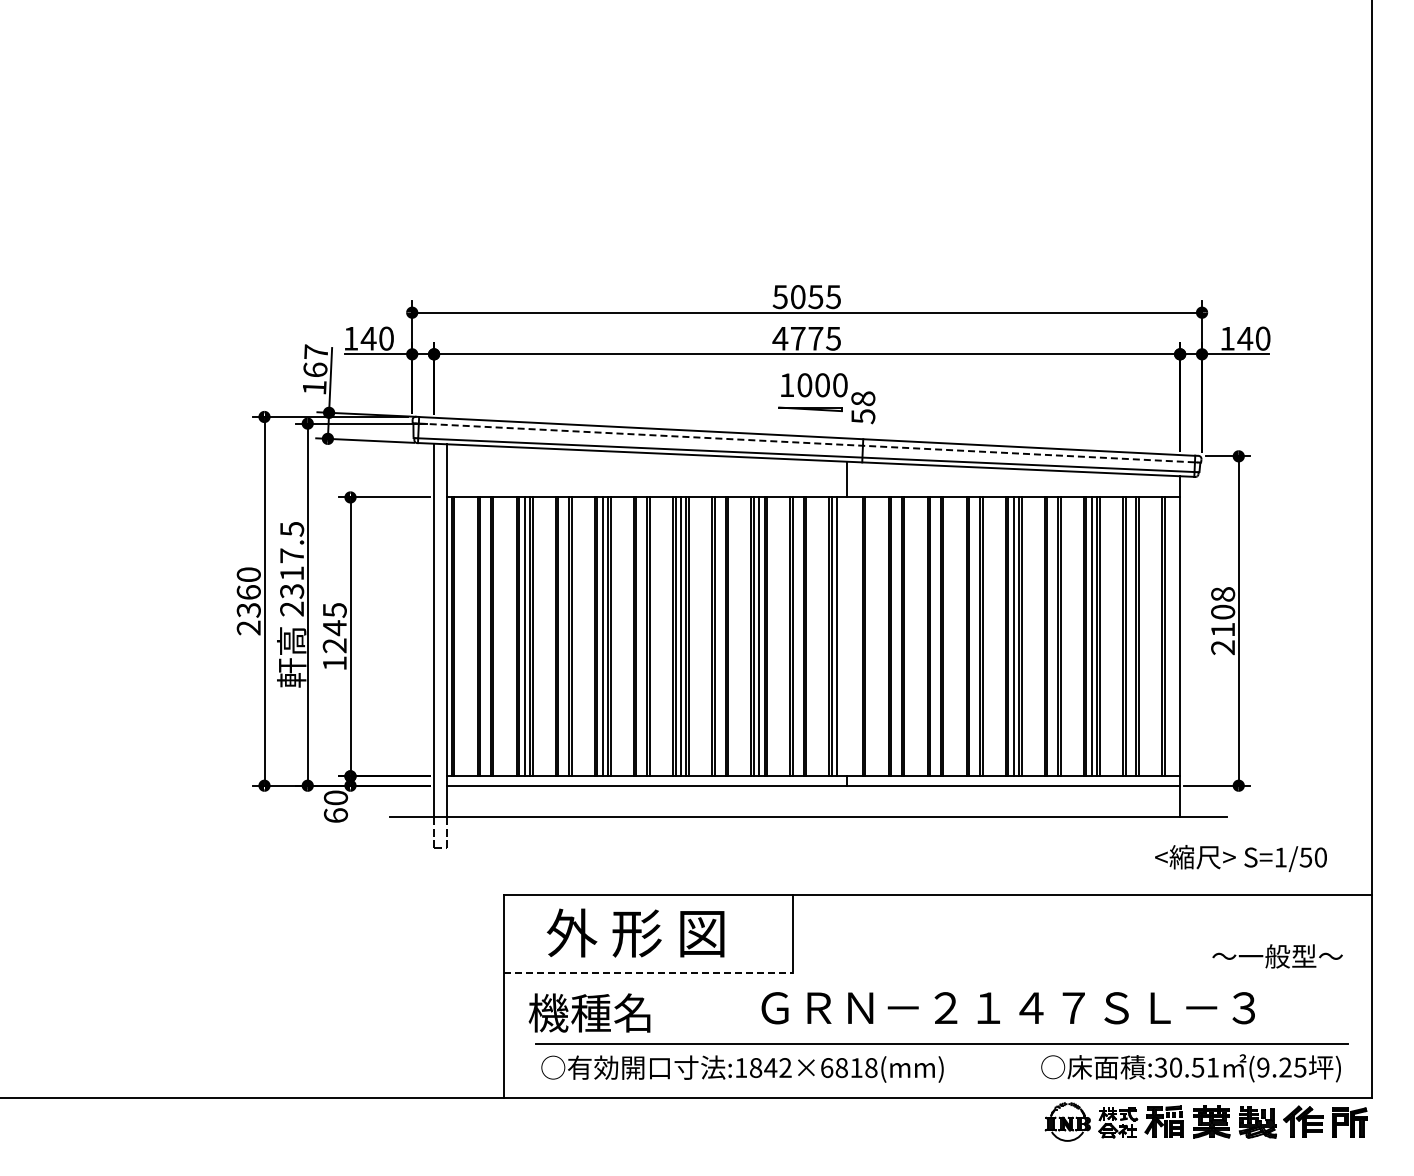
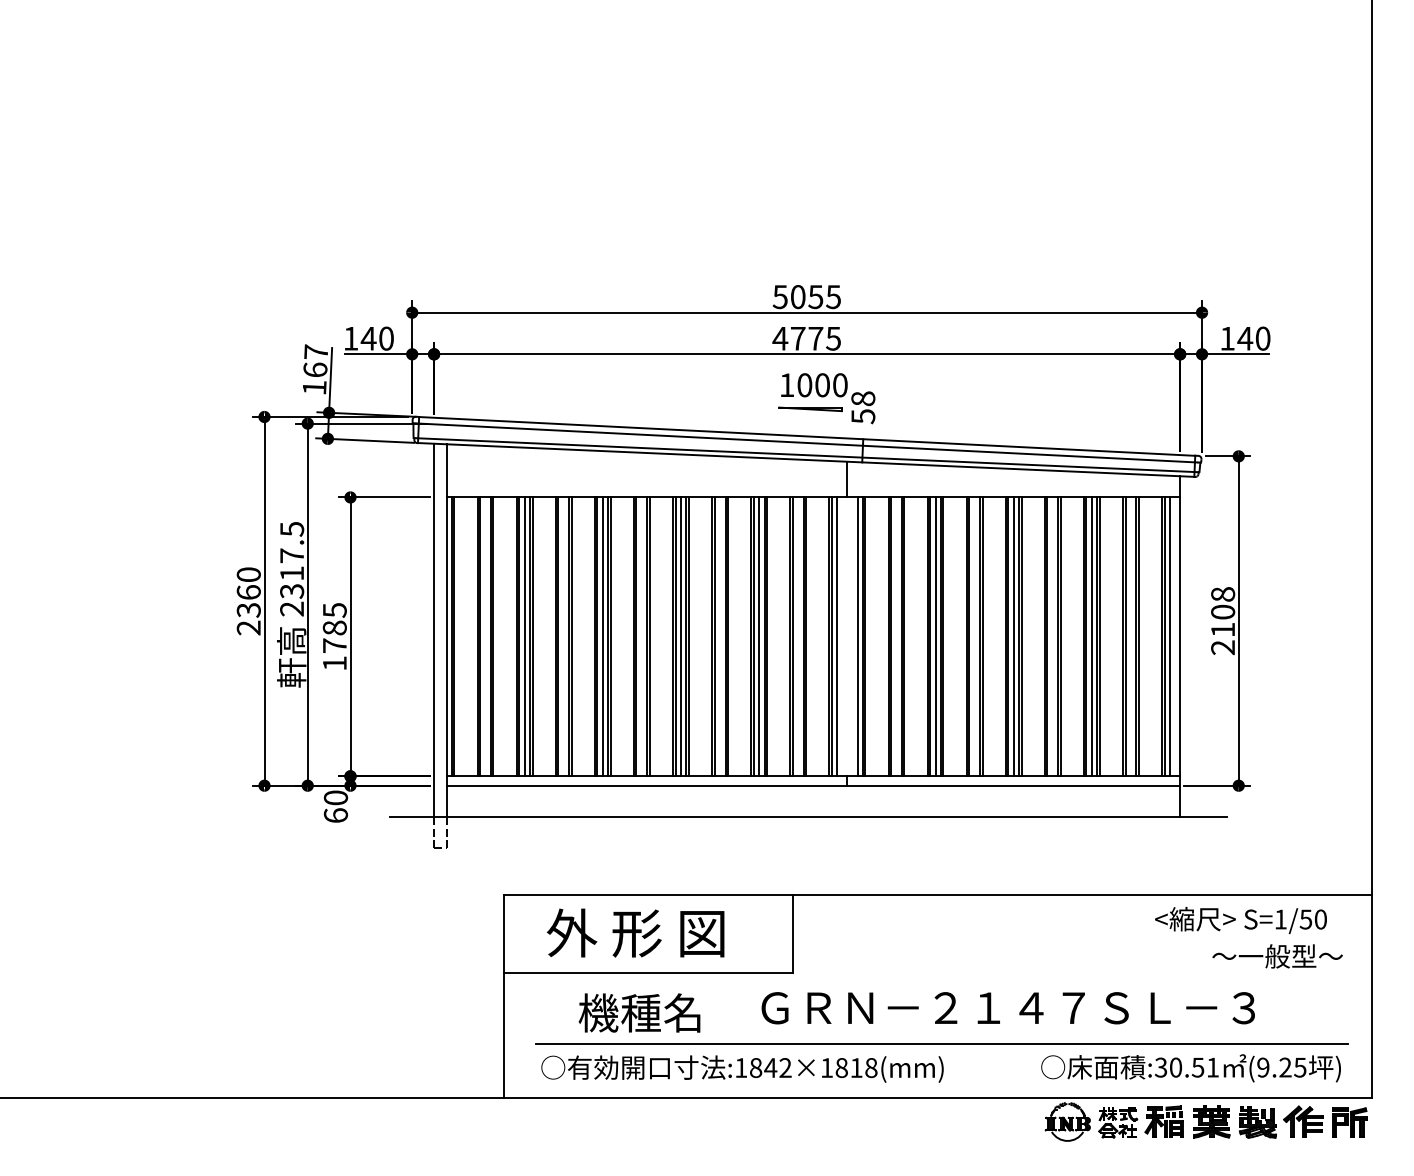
line at (806, 442): dashed -> solid
text at (334, 636): 1245 -> 1785
line at (857, 636): none -> present
line at (935, 636): none -> present
line at (1170, 636): none -> present
text at (1240, 858) position: (1240, 858) -> (1240, 920)
line at (648, 973): dashed -> solid
text at (589, 1012) position: (589, 1012) -> (639, 1012)
text at (827, 1068): :1842×6818(mm) -> :1842×1818(mm)
